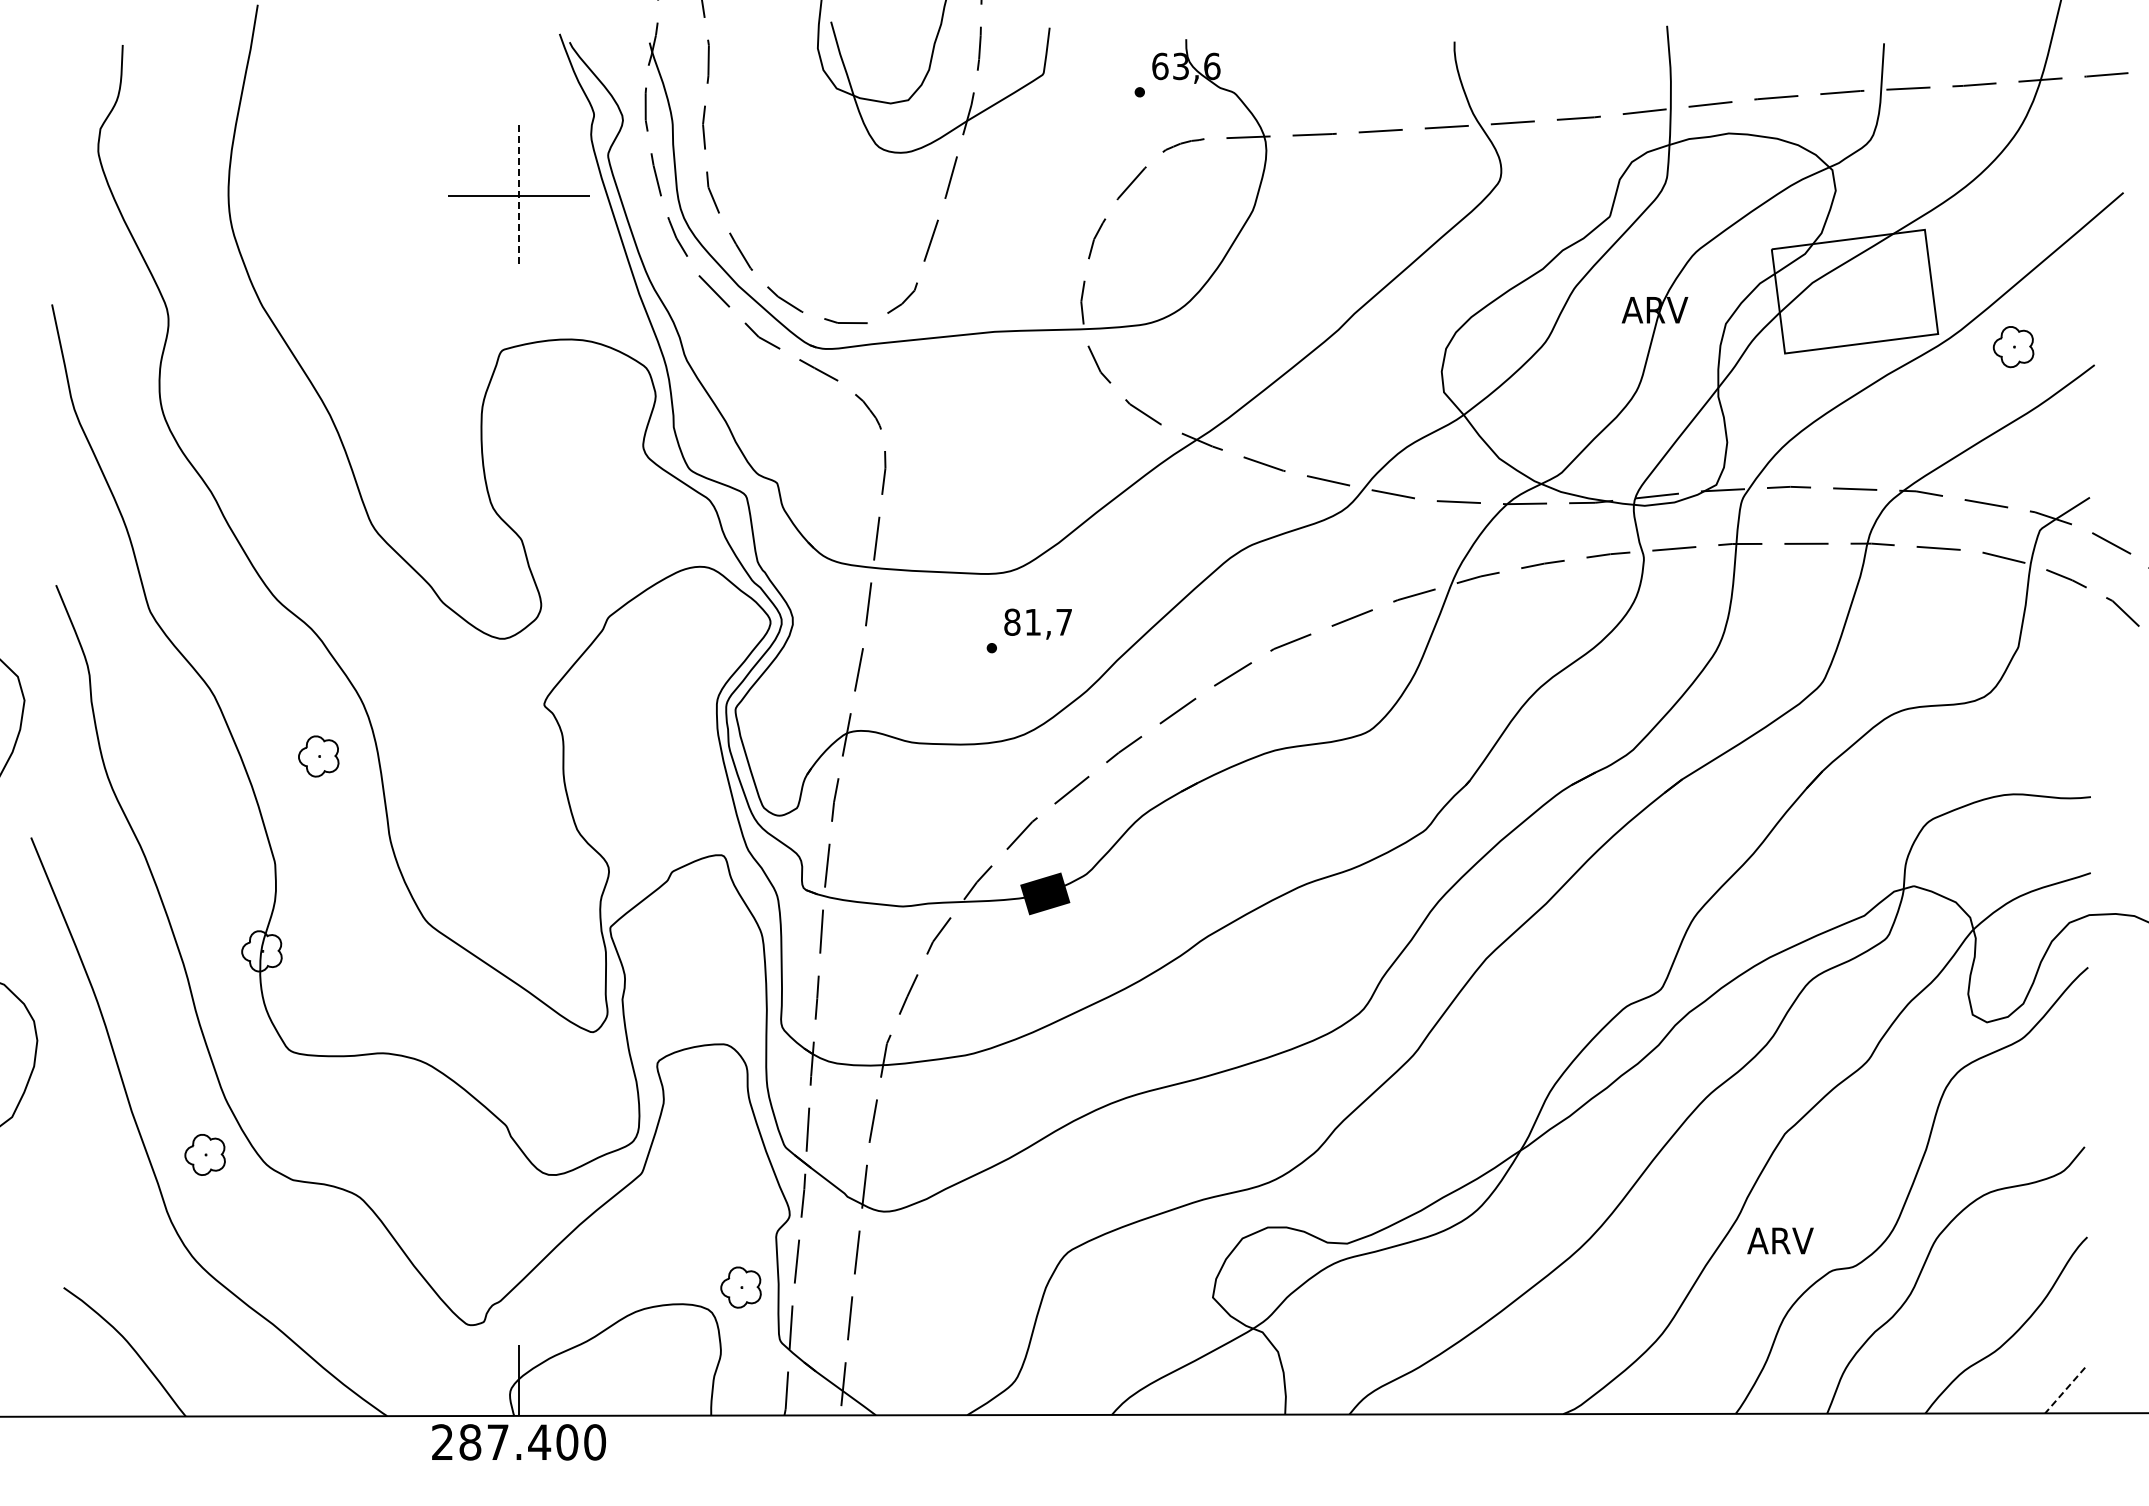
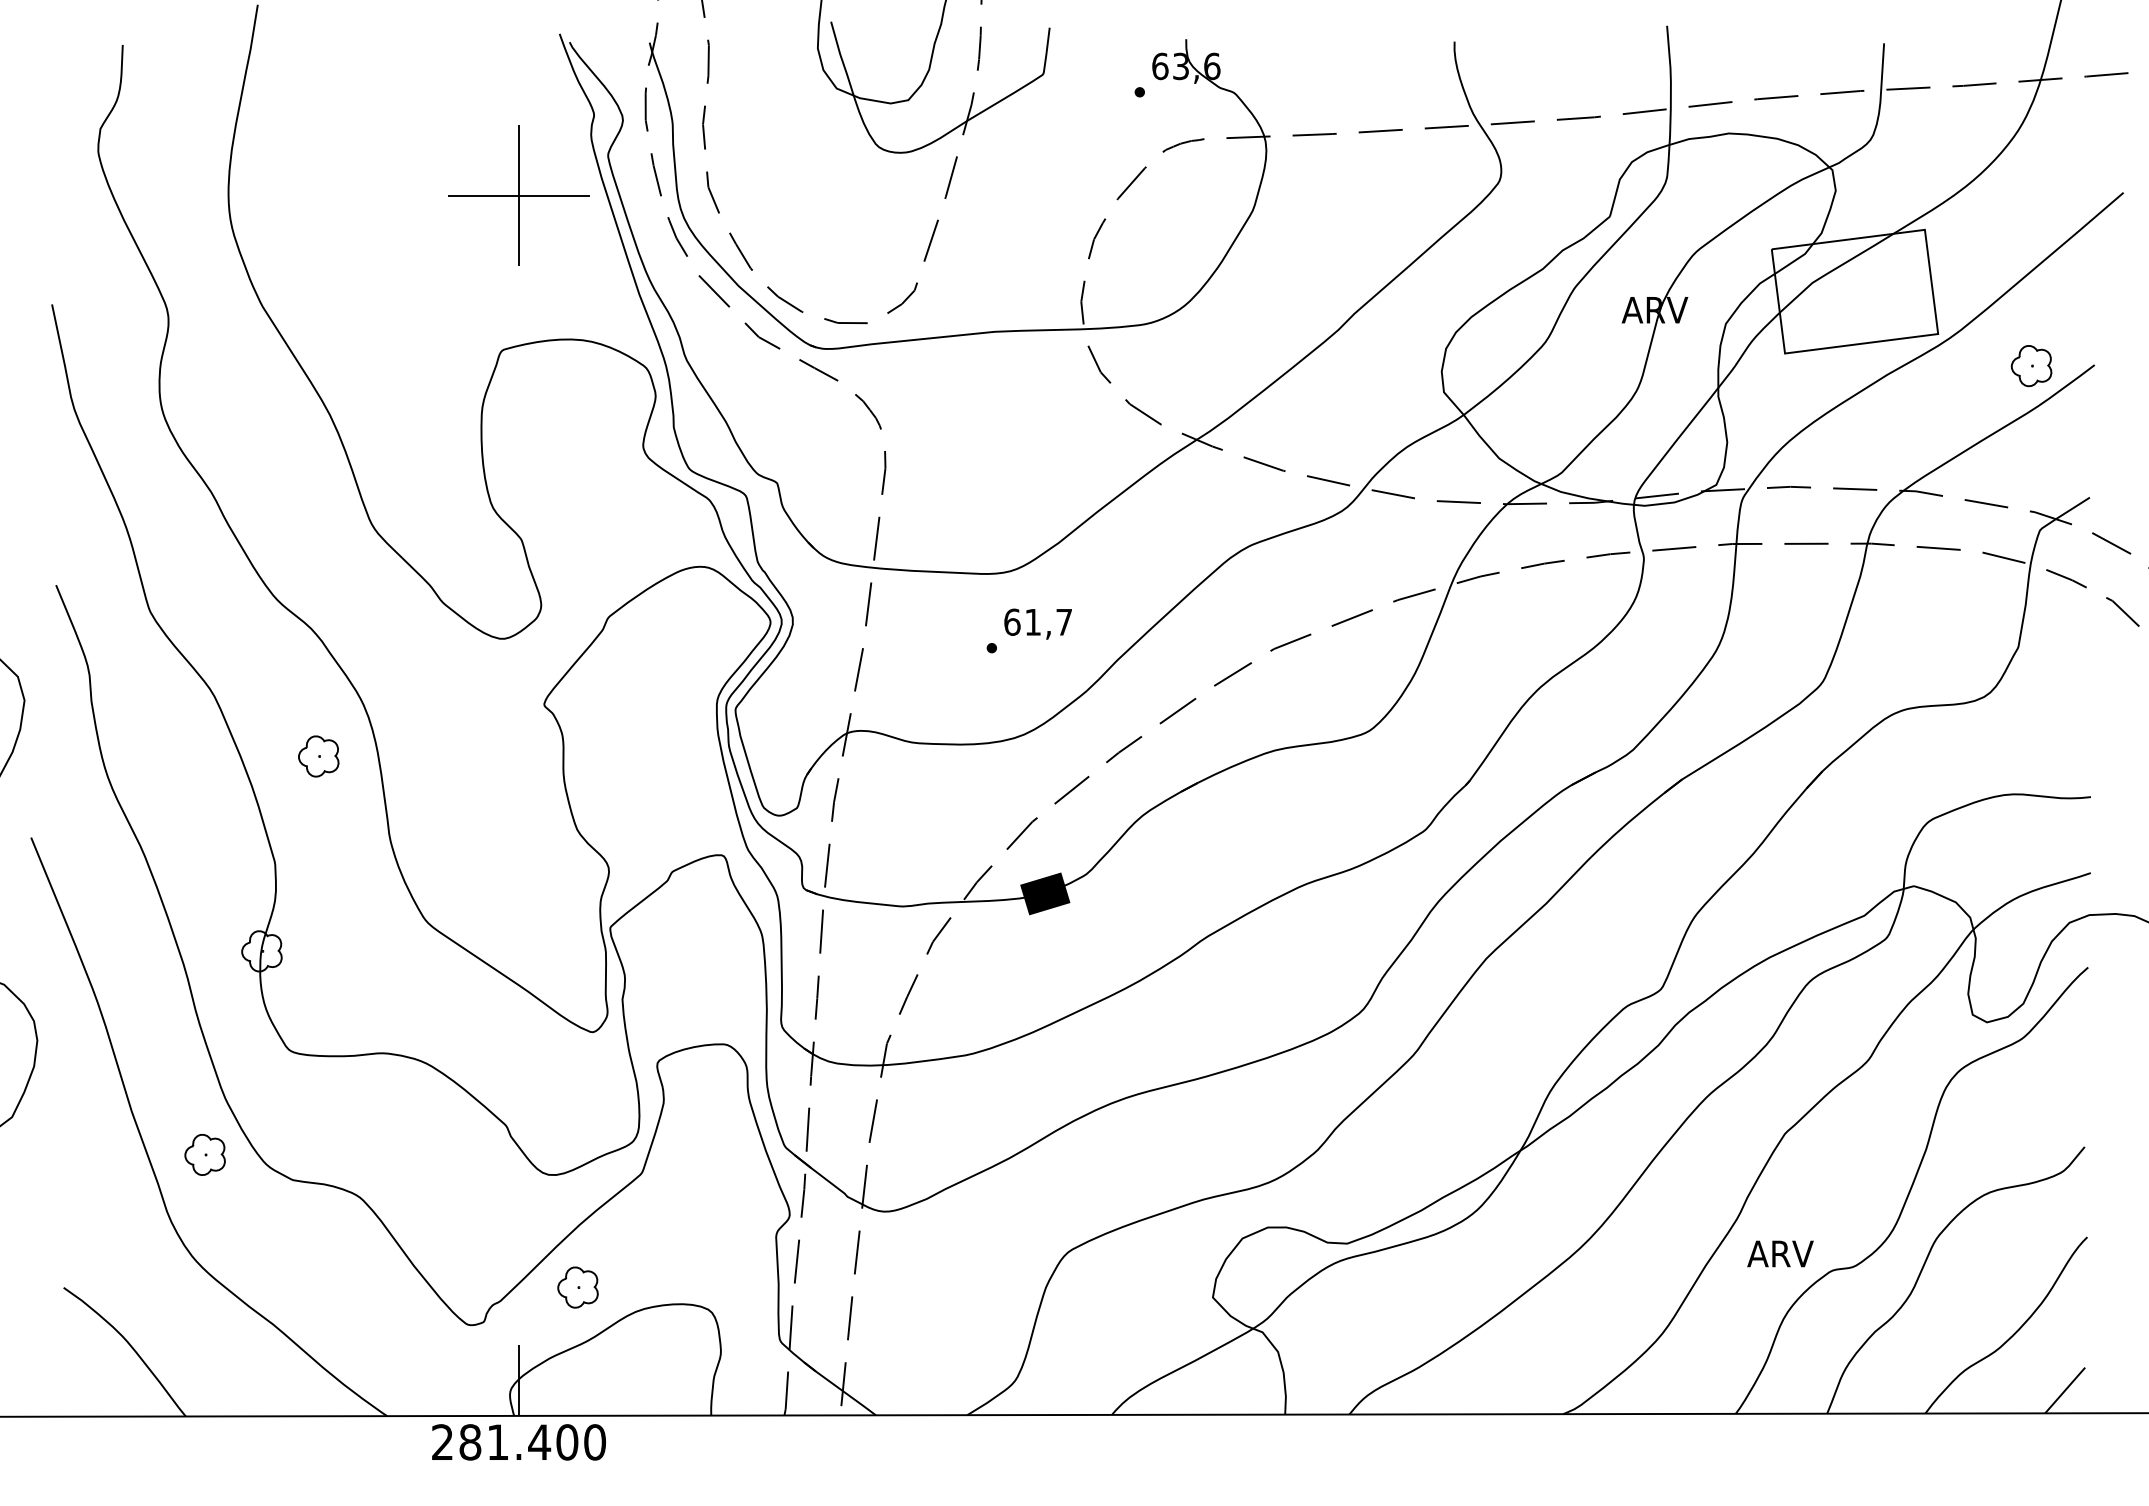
line at (518, 195): dashed -> solid
part at (2013, 347) position: (2013, 347) -> (2031, 366)
text at (1012, 621): 81,7 -> 61,7
text at (1780, 1240) position: (1780, 1240) -> (1780, 1253)
part at (740, 1287) position: (740, 1287) -> (577, 1287)
line at (2064, 1390): dashed -> solid
text at (498, 1441): 287.400 -> 281.400
